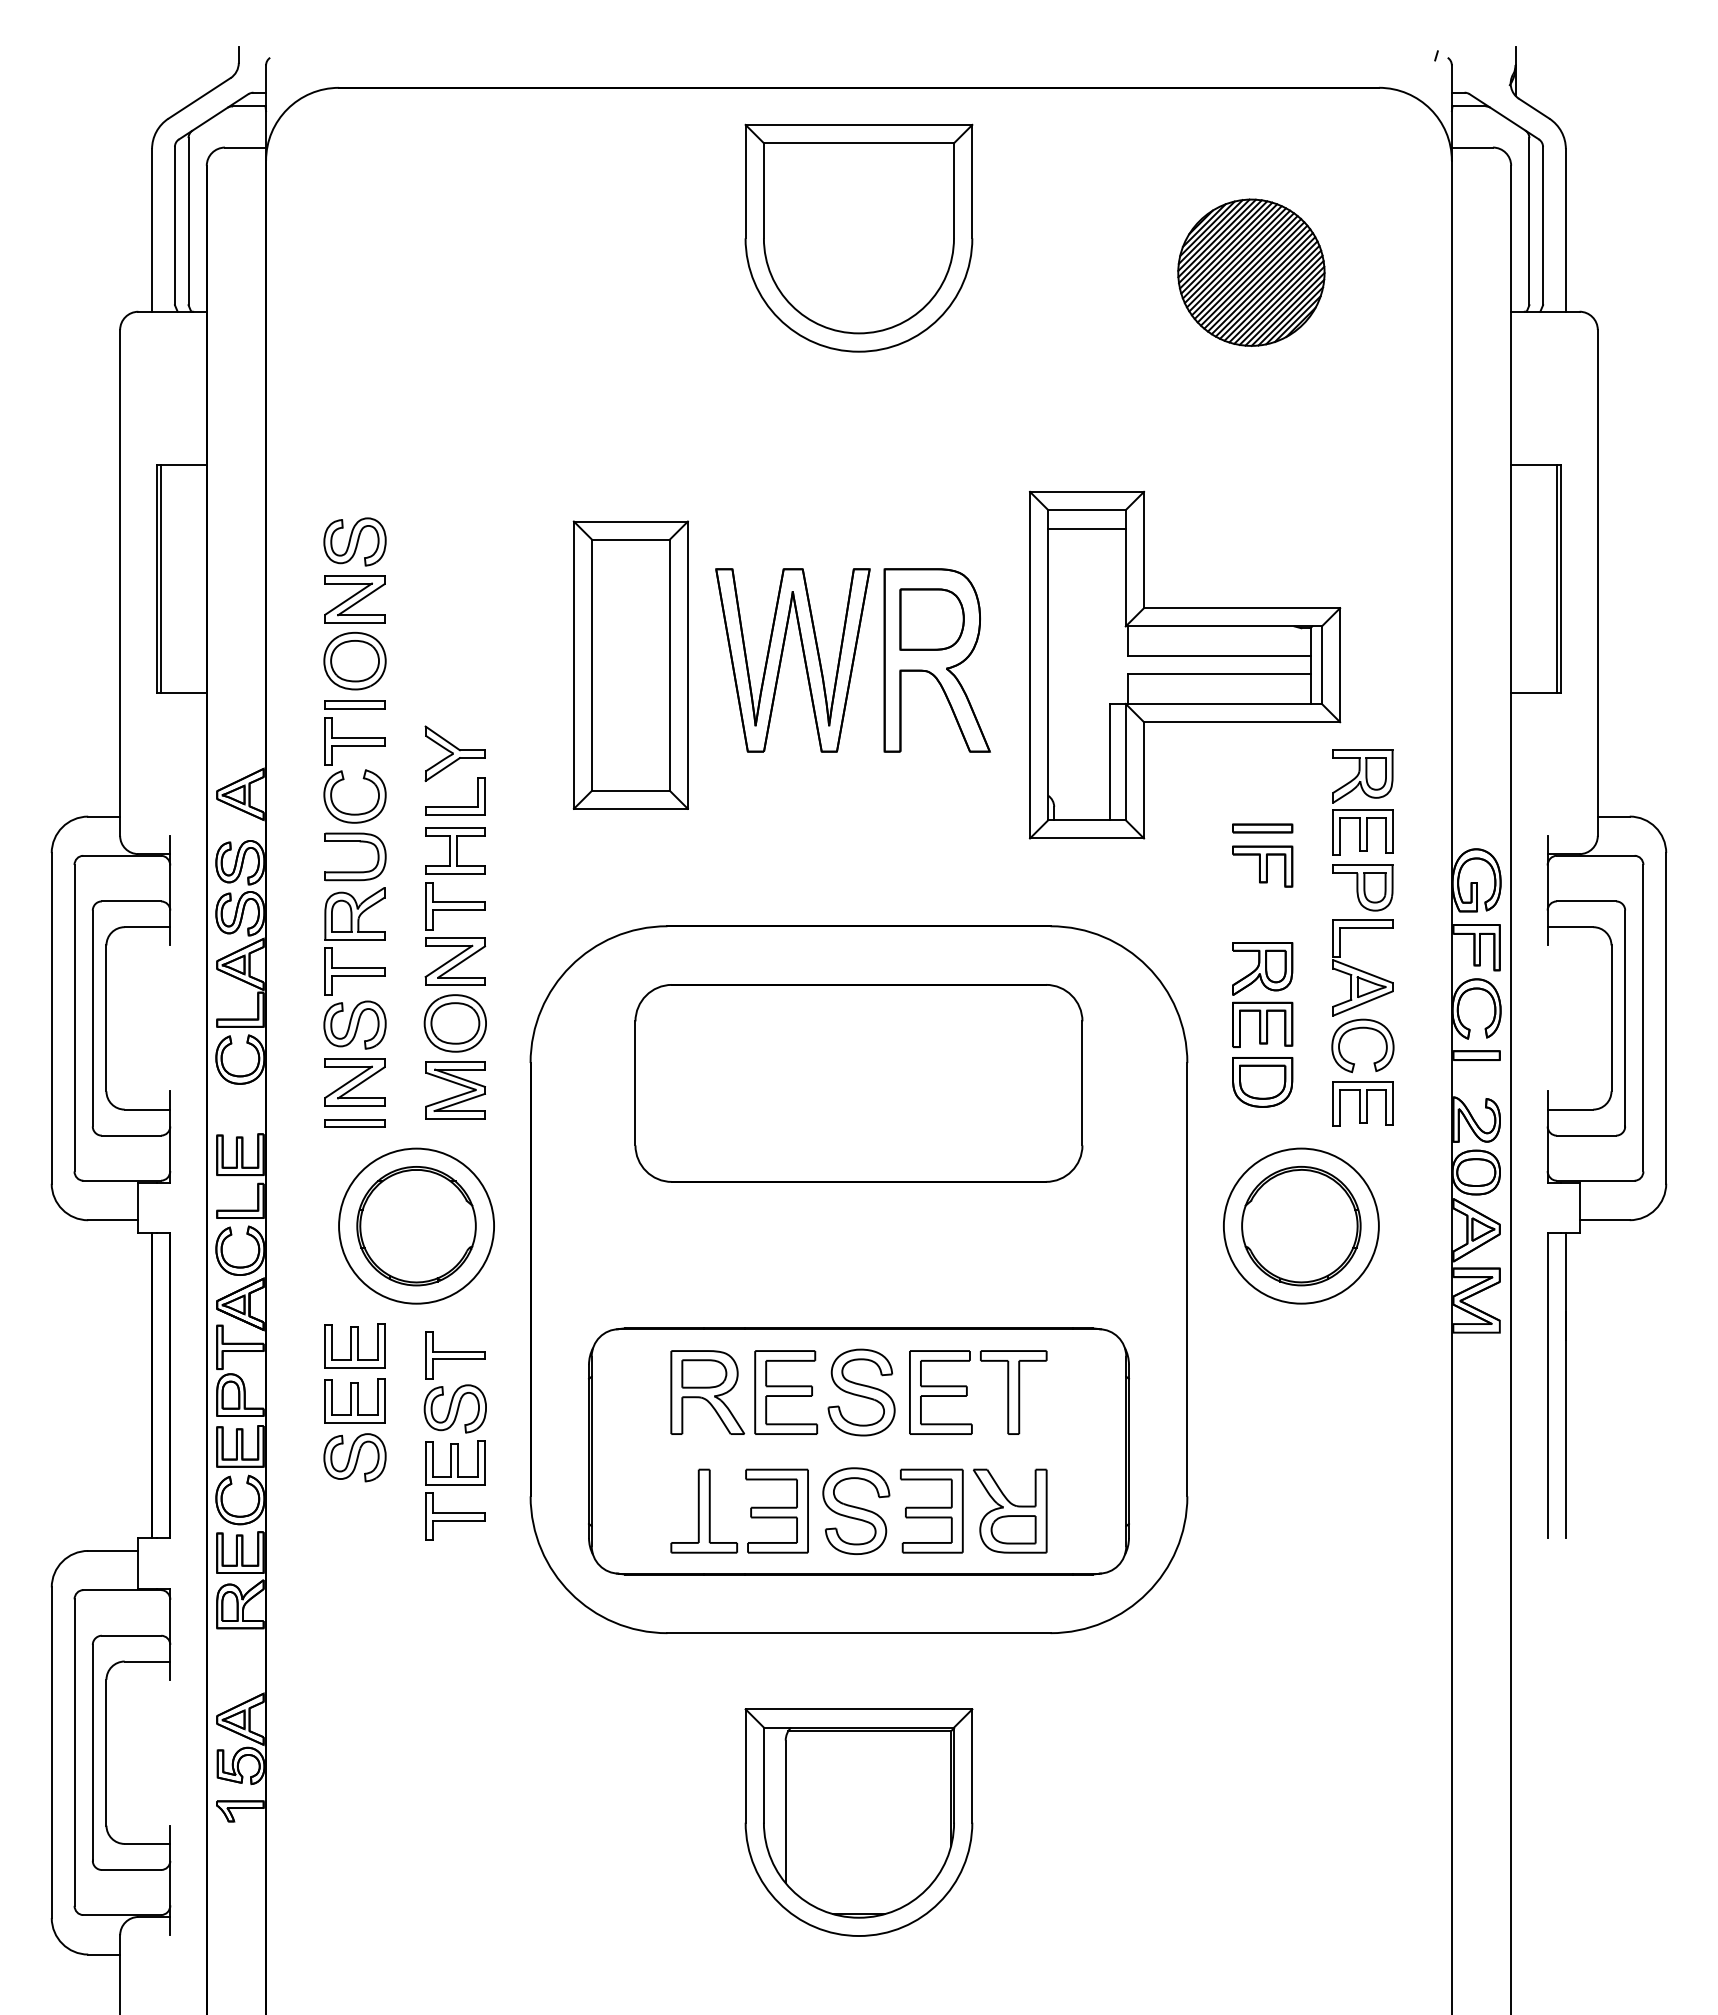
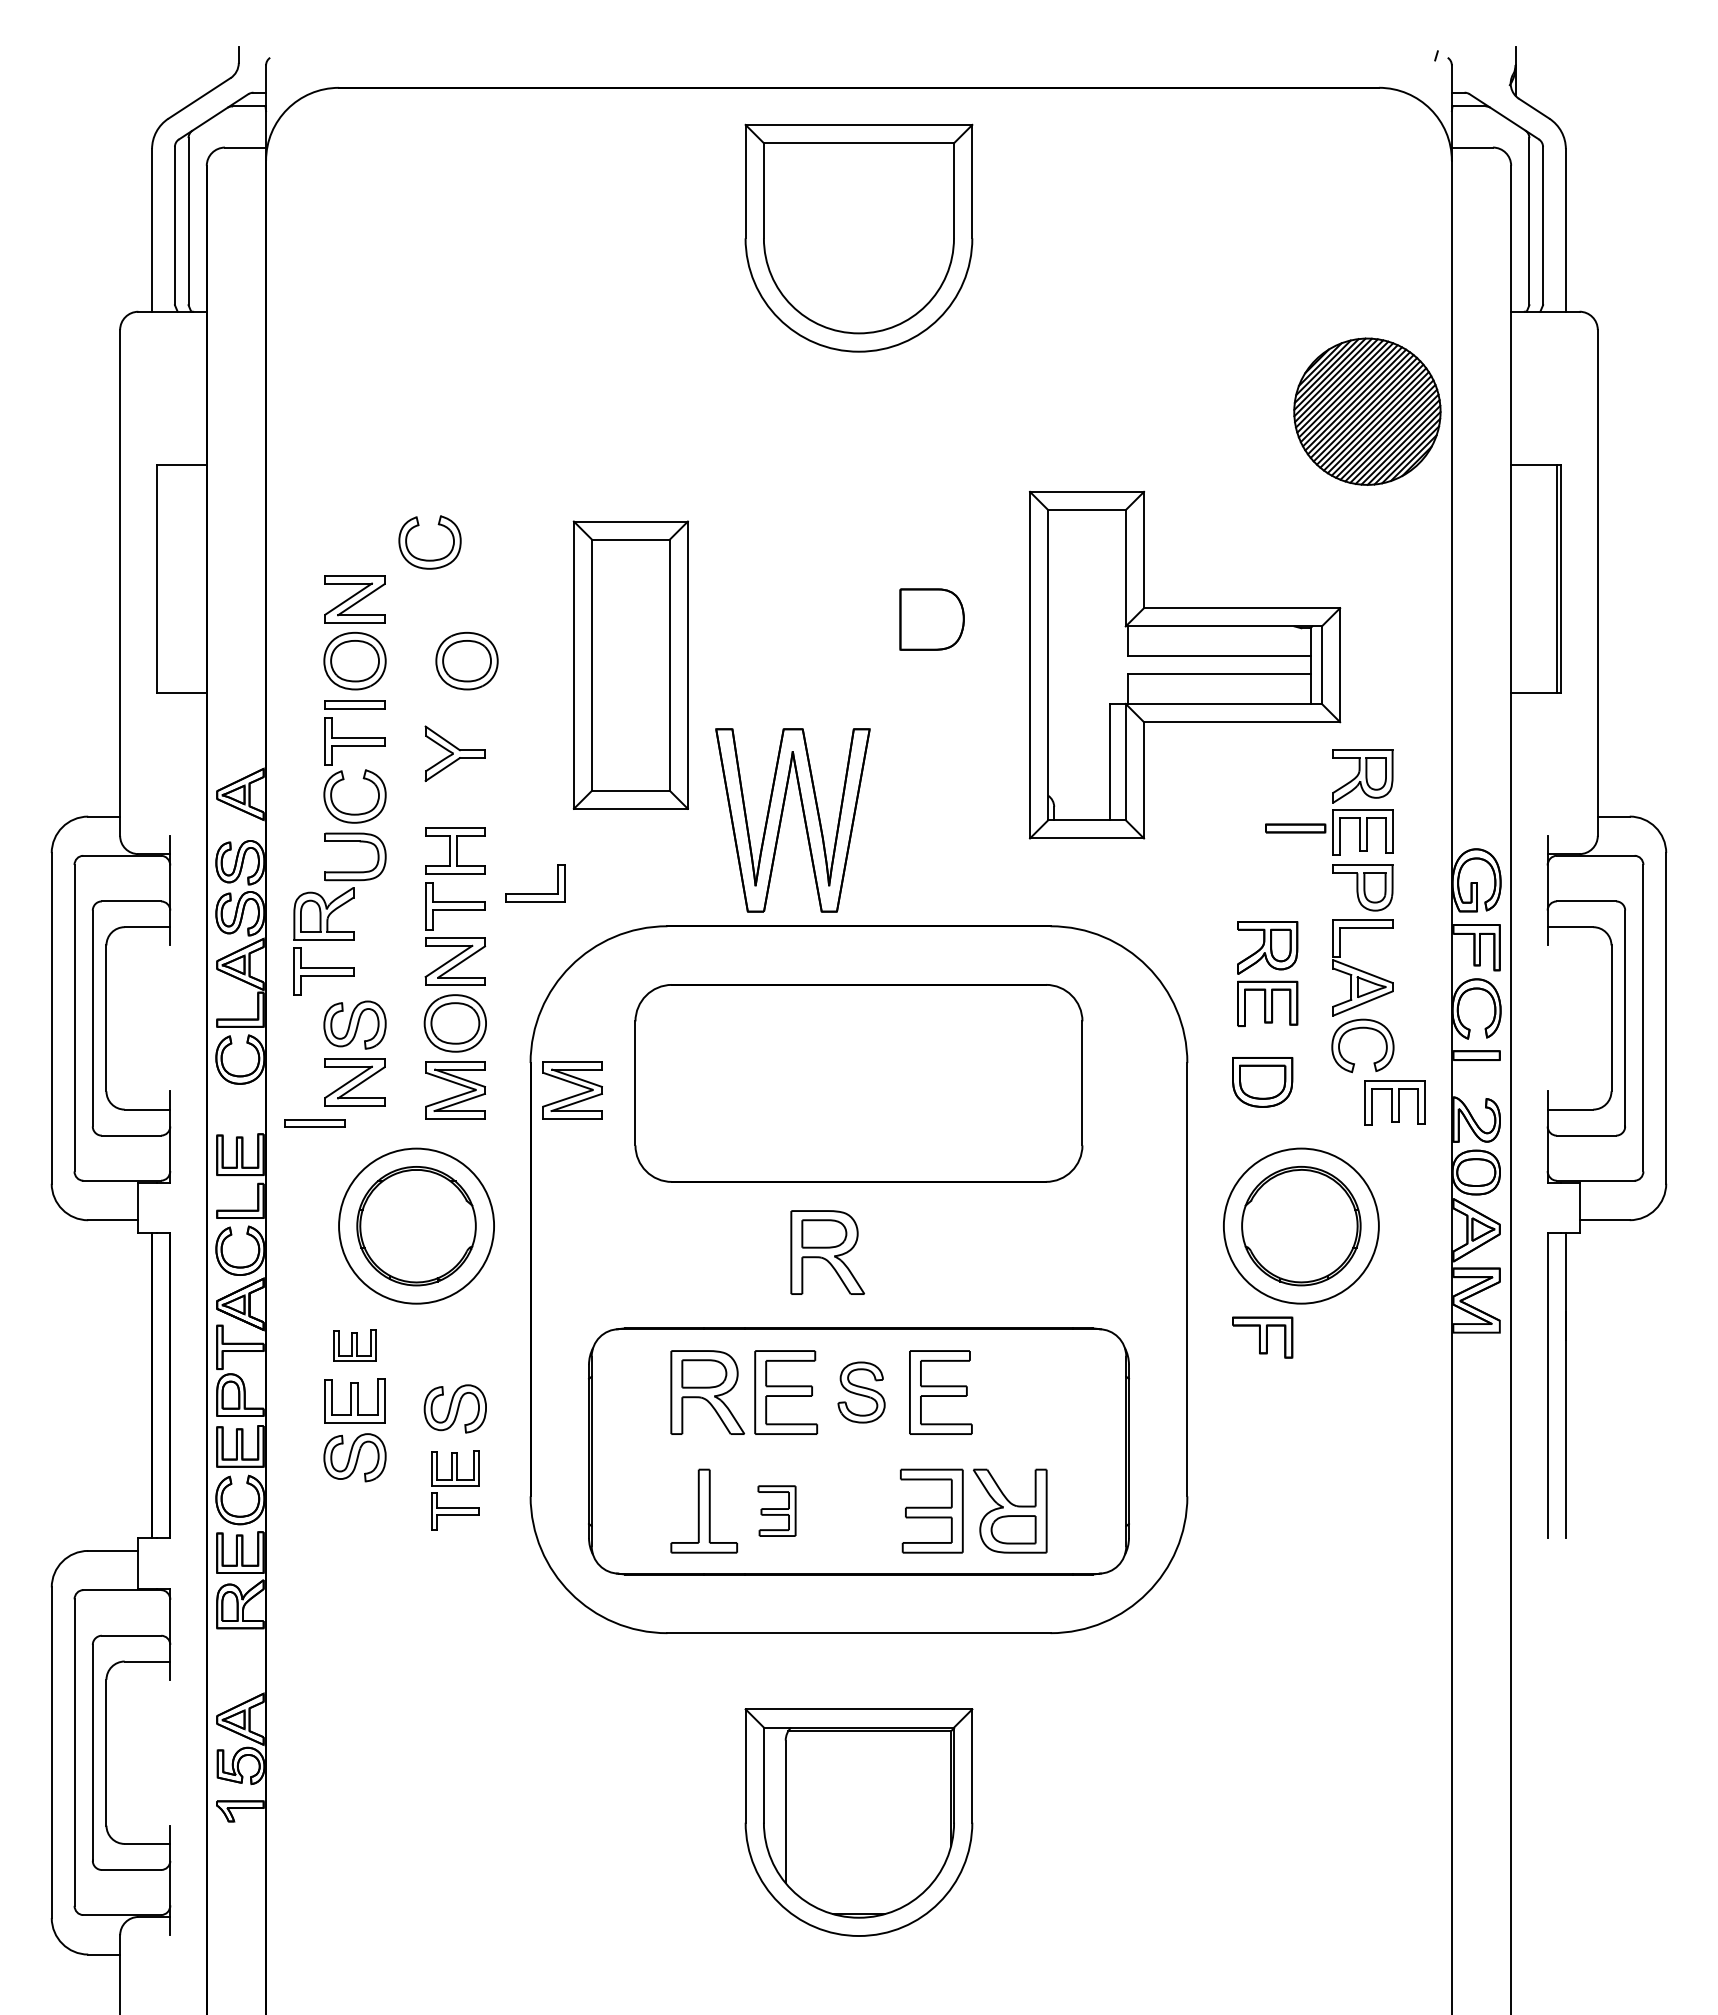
part at (1251, 272) position: (1251, 272) -> (1367, 411)
line at (1086, 528): present -> none
part at (354, 541): present -> none
part at (429, 559): none -> present
line at (161, 579): present -> none
part at (782, 657) position: (782, 657) -> (782, 817)
part at (936, 660): present -> none
part at (466, 661): none -> present
part at (455, 806) position: (455, 806) -> (535, 893)
part at (1262, 828) position: (1262, 828) -> (1295, 828)
part at (1262, 866) position: (1262, 866) -> (1262, 1337)
part at (354, 941) position: (354, 941) -> (323, 941)
part at (1262, 1001) position: (1262, 1001) -> (1267, 980)
part at (572, 1090): none -> present
part at (1362, 1103) position: (1362, 1103) -> (1394, 1102)
part at (354, 1123) position: (354, 1123) -> (314, 1123)
part at (827, 1252): none -> present
part at (354, 1345) size: 62x46 px -> 44x33 px
part at (455, 1355): present -> none
part at (861, 1392) size: 69x89 px -> 49x63 px
part at (1013, 1392): present -> none
part at (455, 1490) size: 61x101 px -> 49x81 px
part at (776, 1510) size: 64x86 px -> 40x52 px
part at (856, 1510): present -> none
